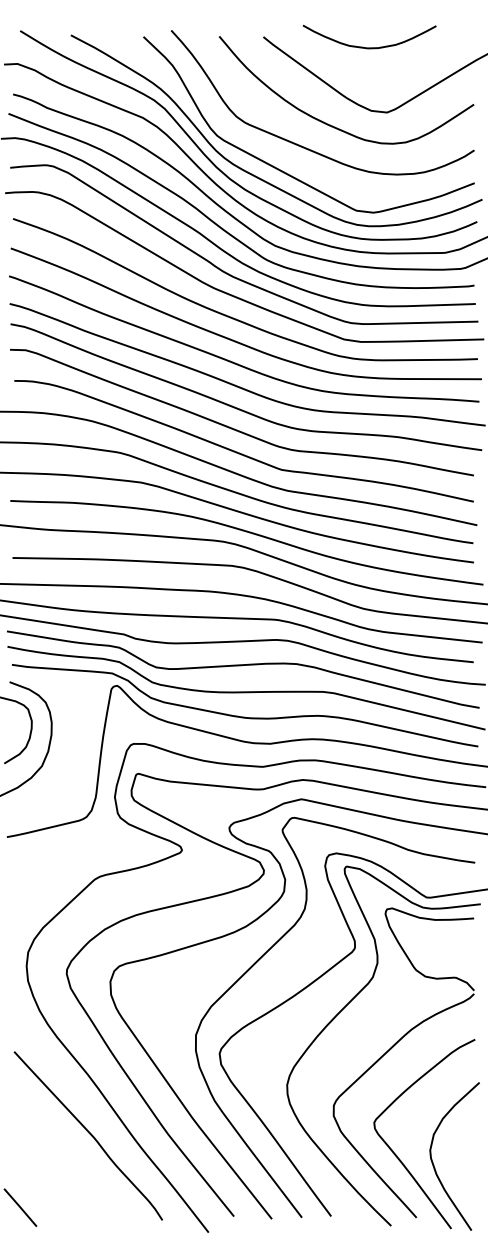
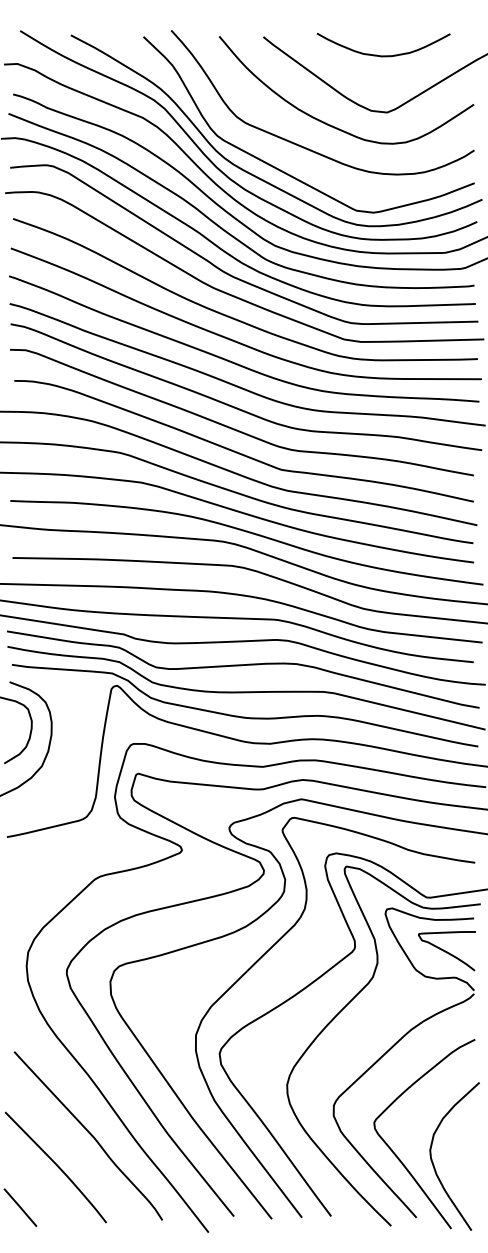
curve at (369, 47) position: (369, 47) -> (383, 55)
curve at (446, 951): none -> present
curve at (56, 1166): none -> present
